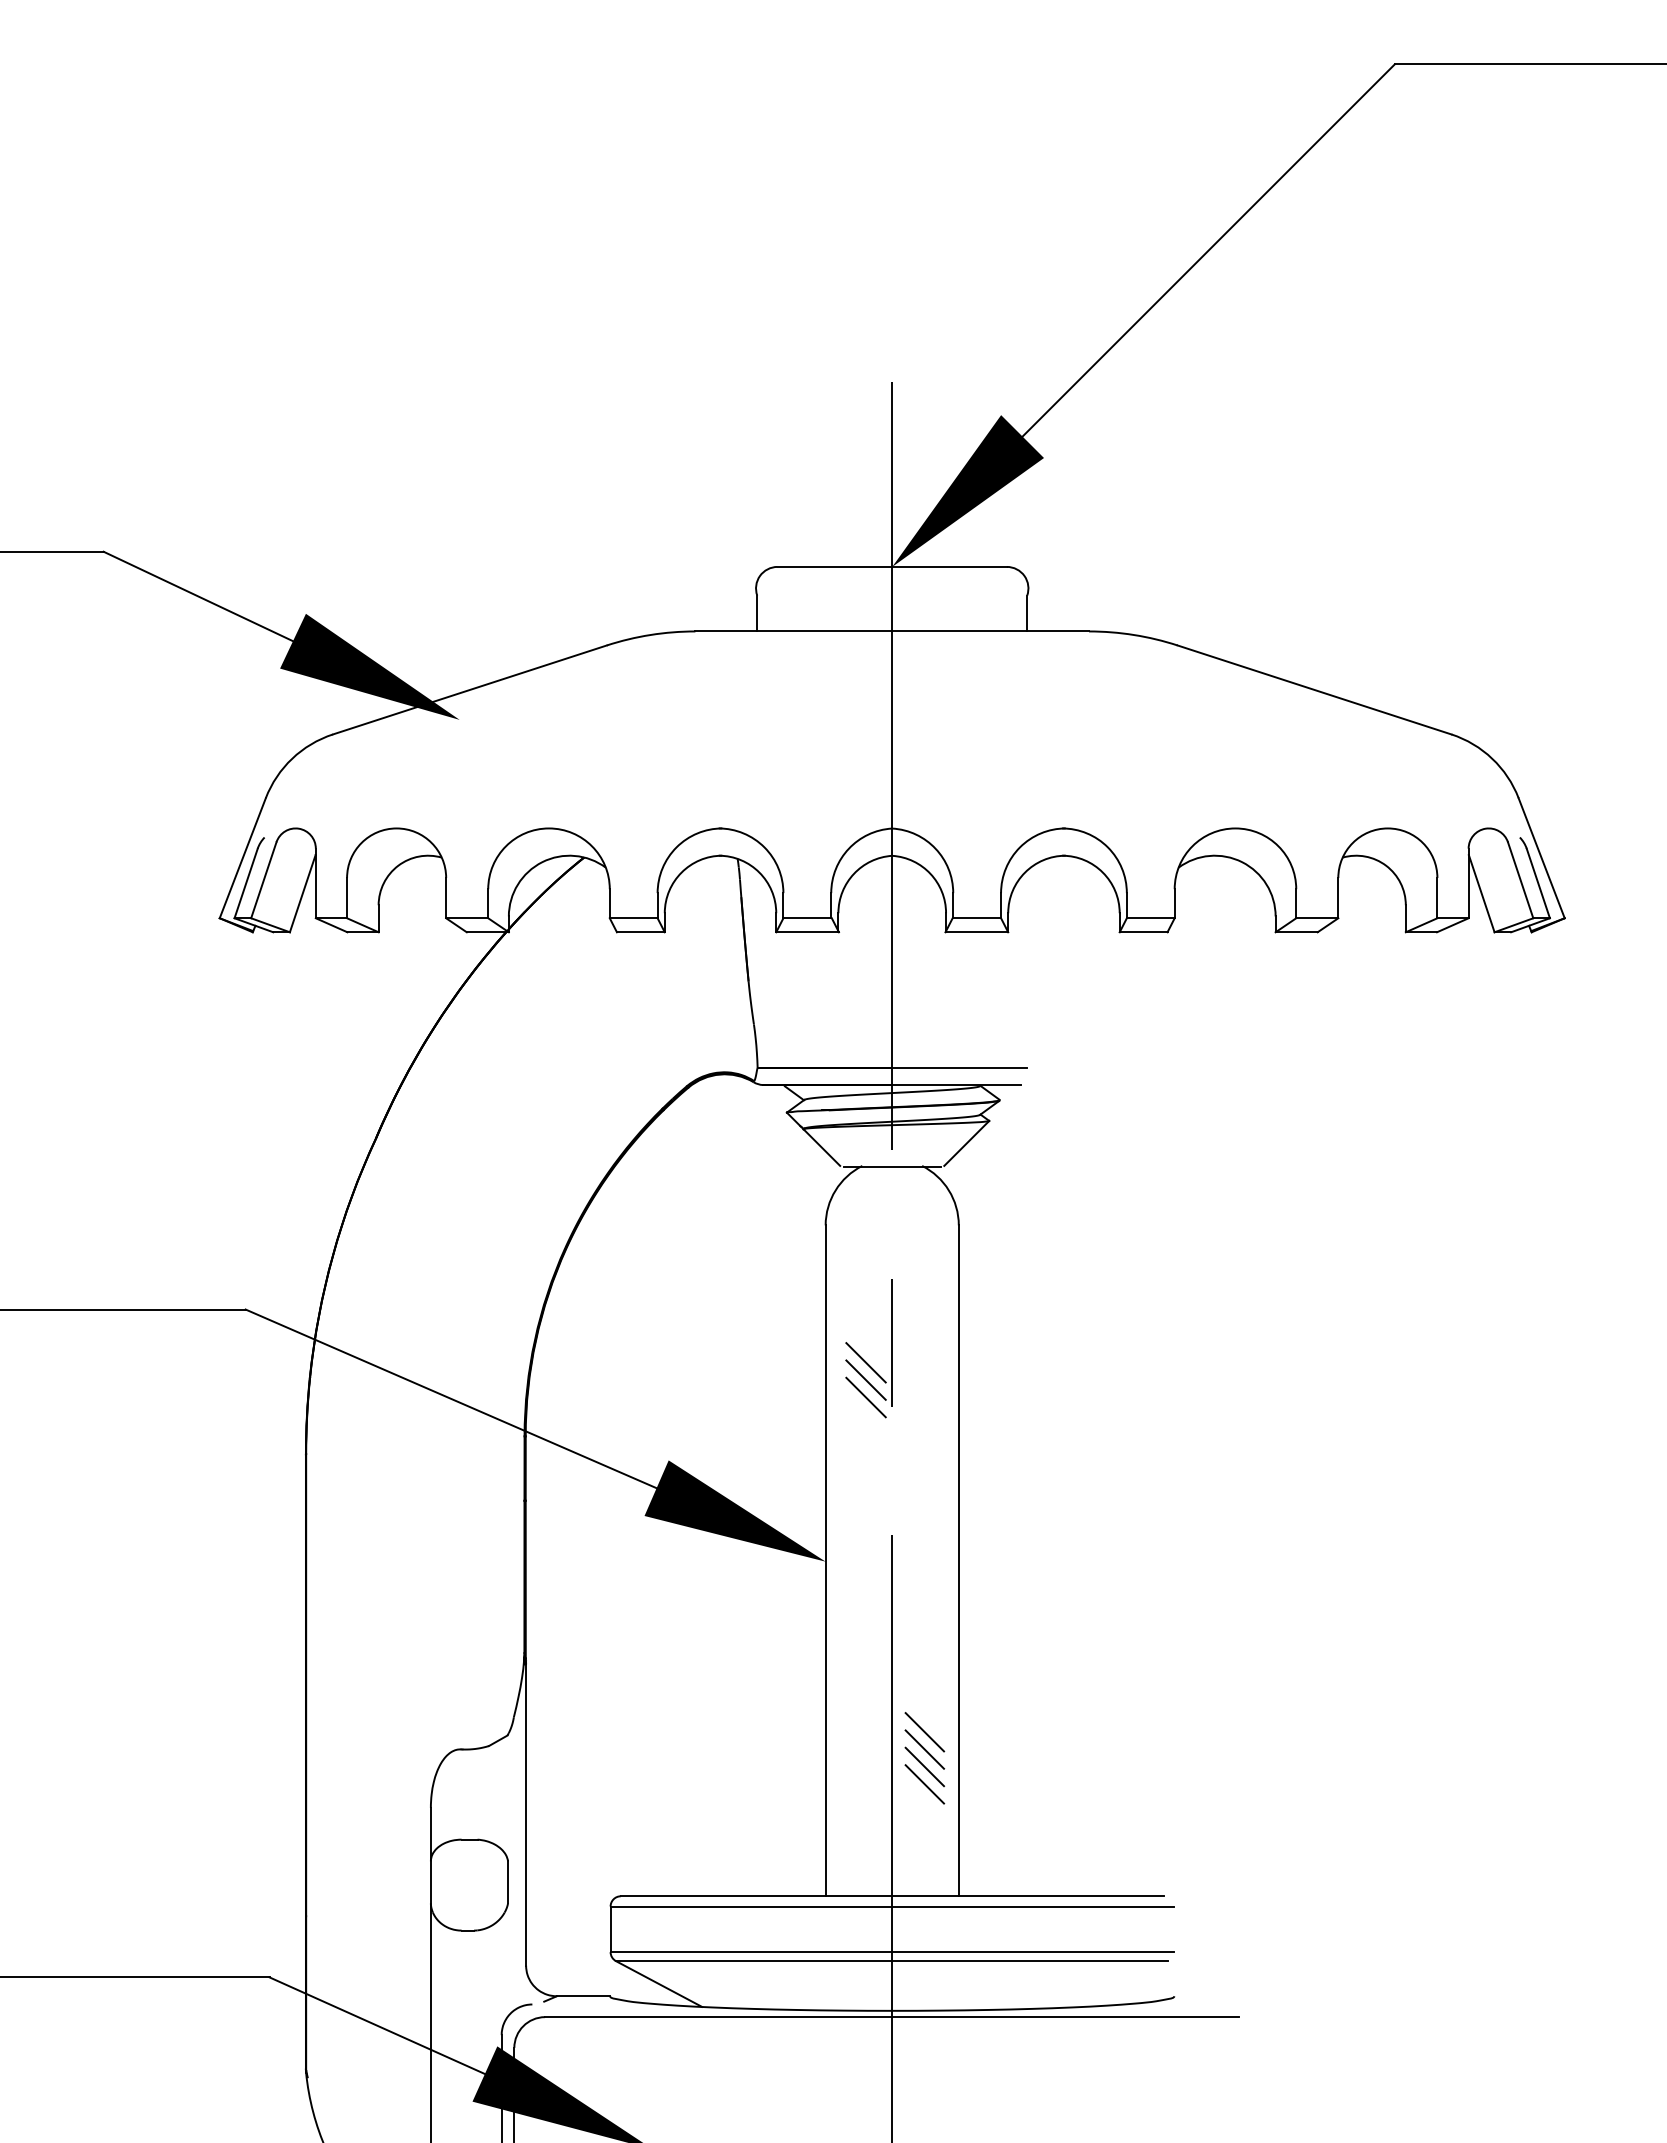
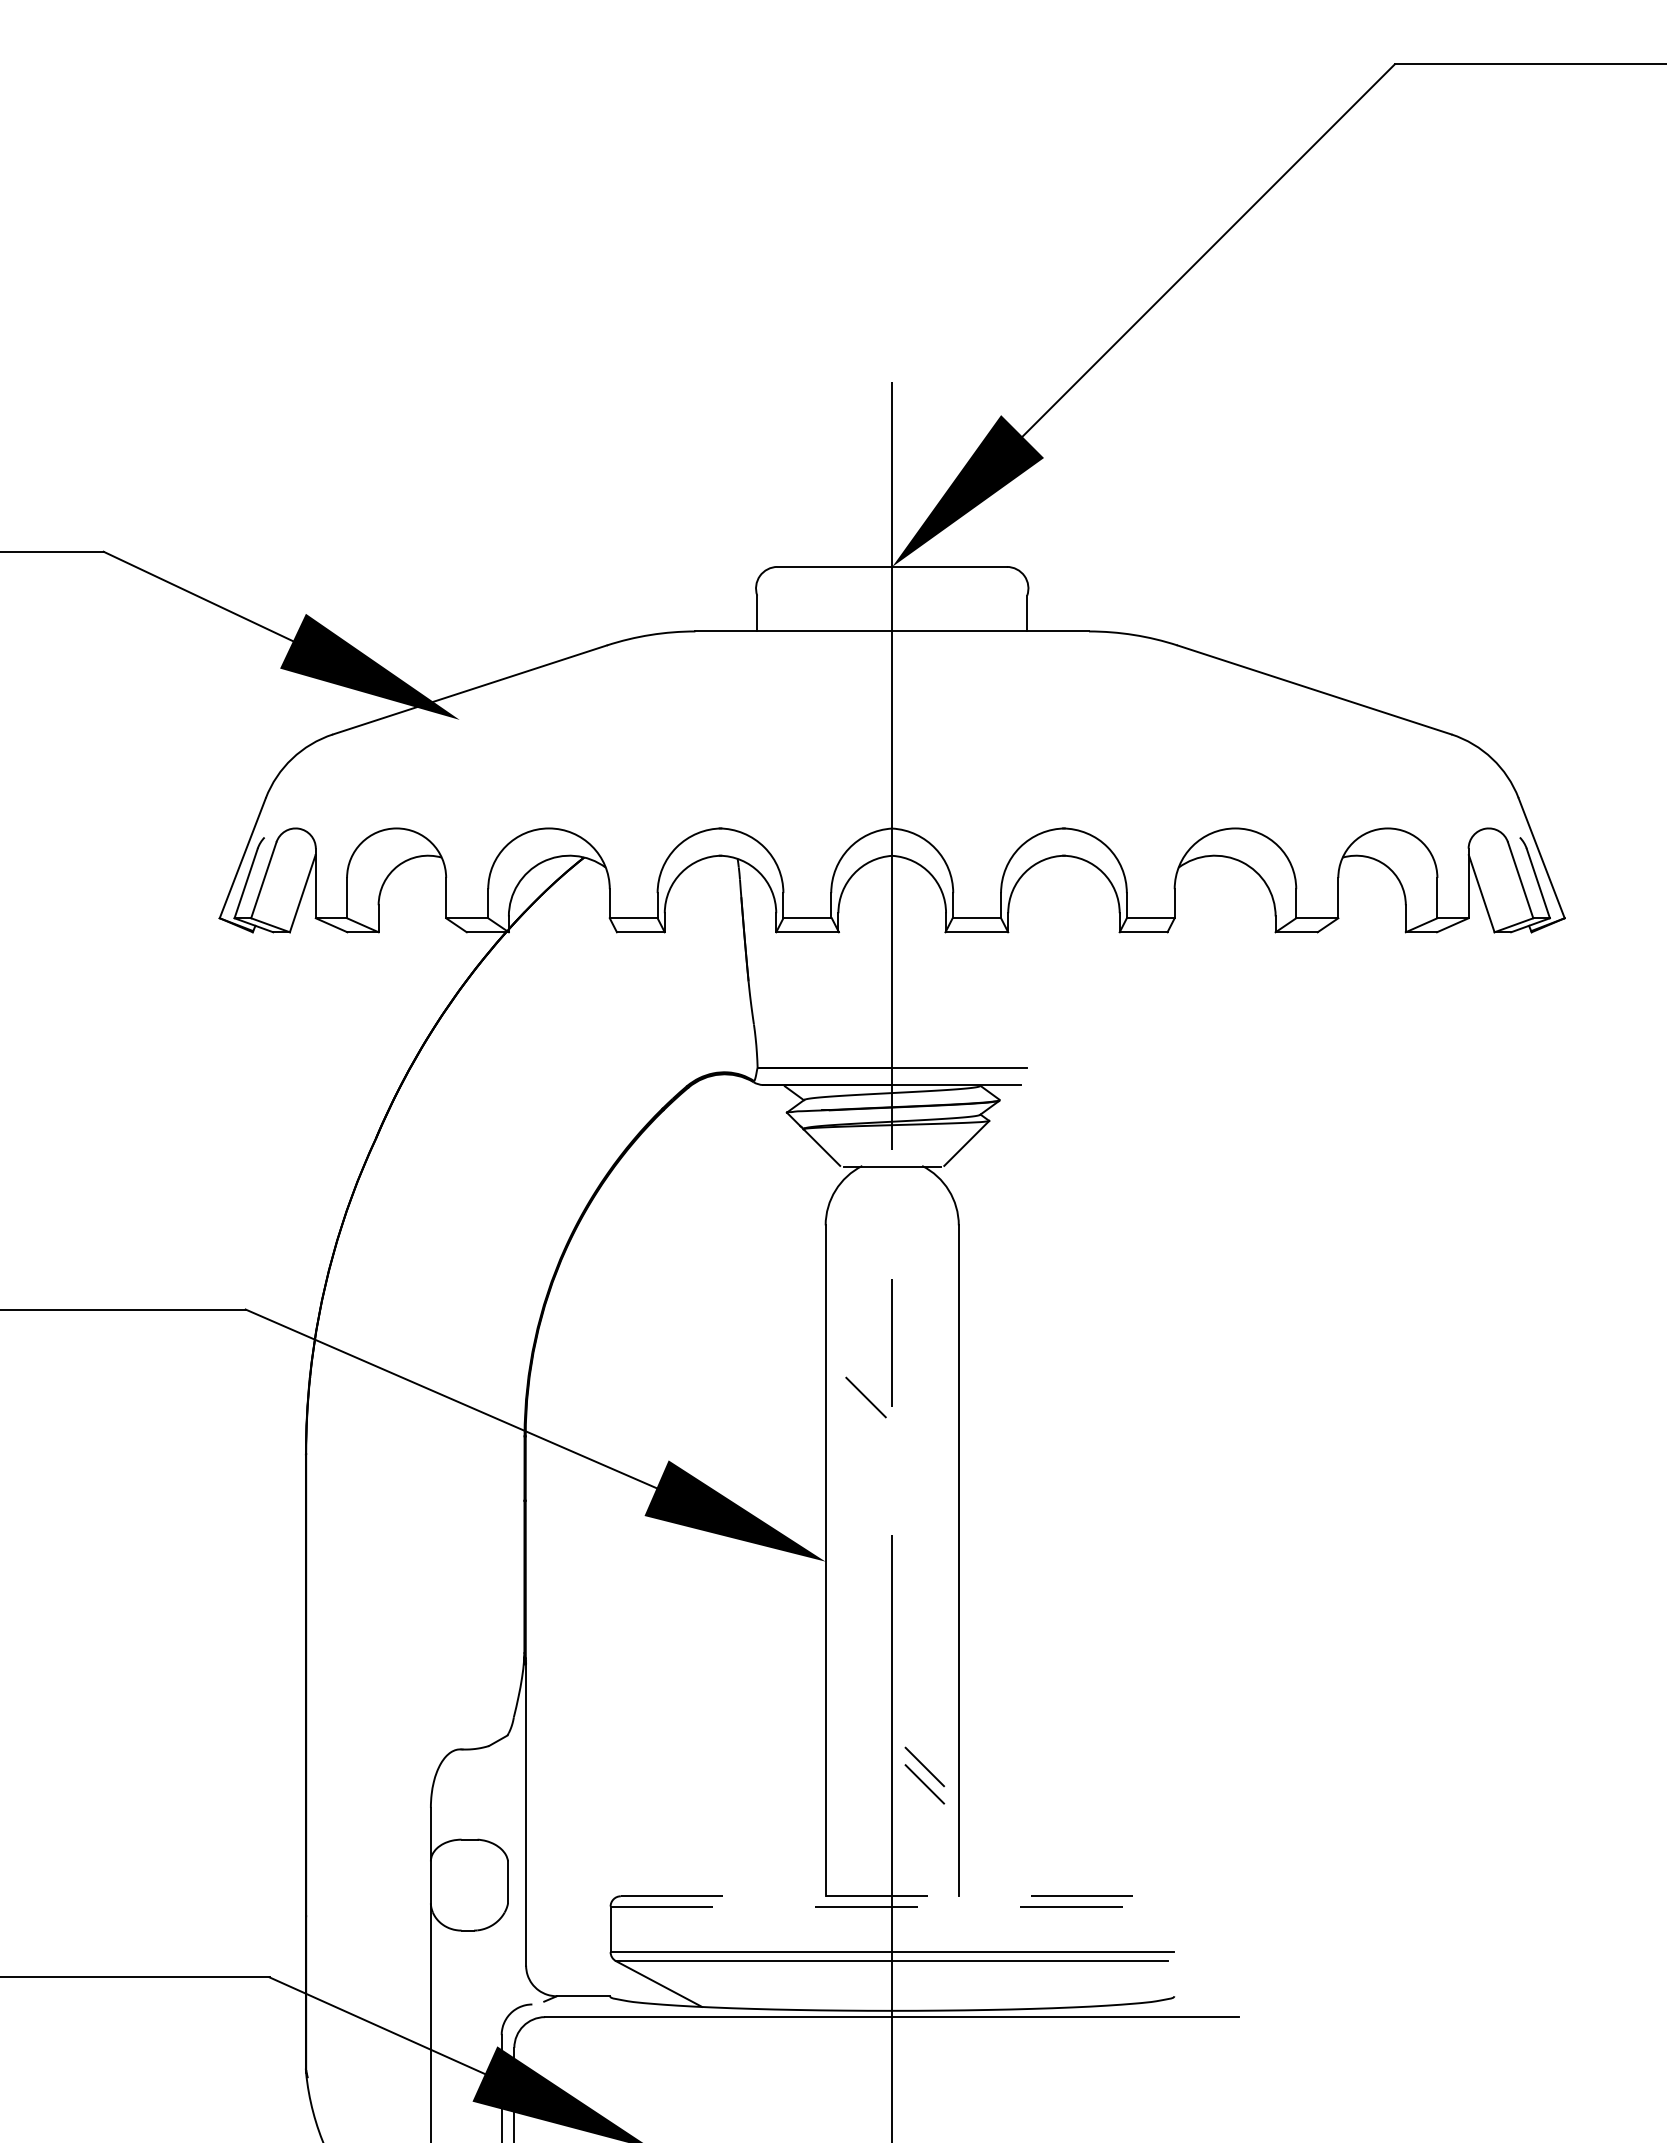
line at (865, 1362): present -> none
line at (865, 1379): present -> none
line at (924, 1732): present -> none
line at (924, 1749): present -> none
line at (892, 1896): solid -> dashed
line at (892, 1906): solid -> dashed
